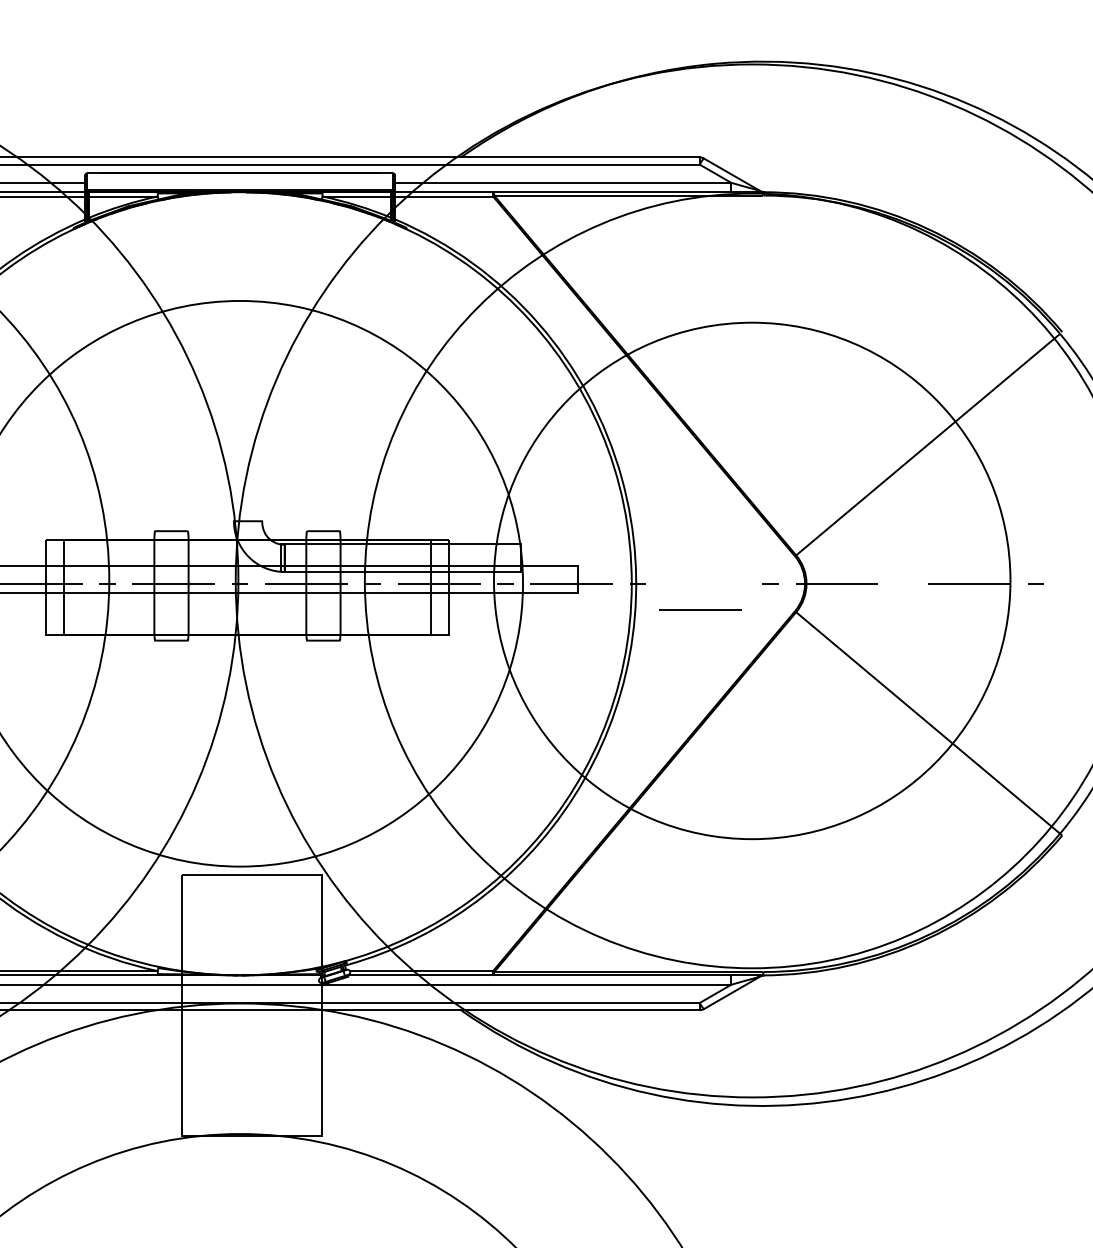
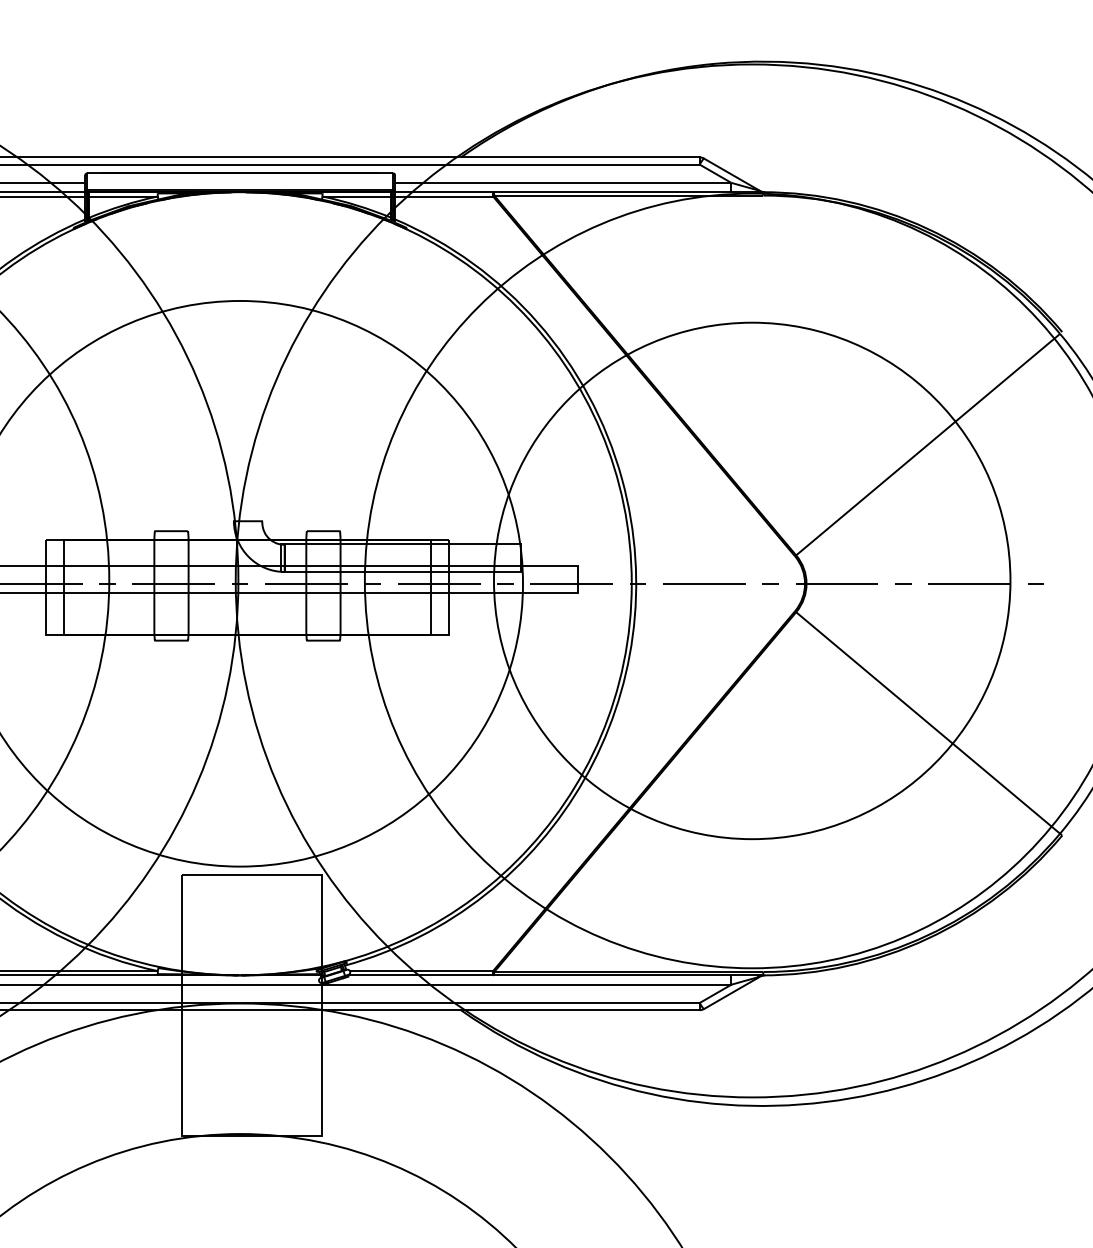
line at (903, 583): none -> present
line at (700, 609) position: (700, 609) -> (704, 583)
